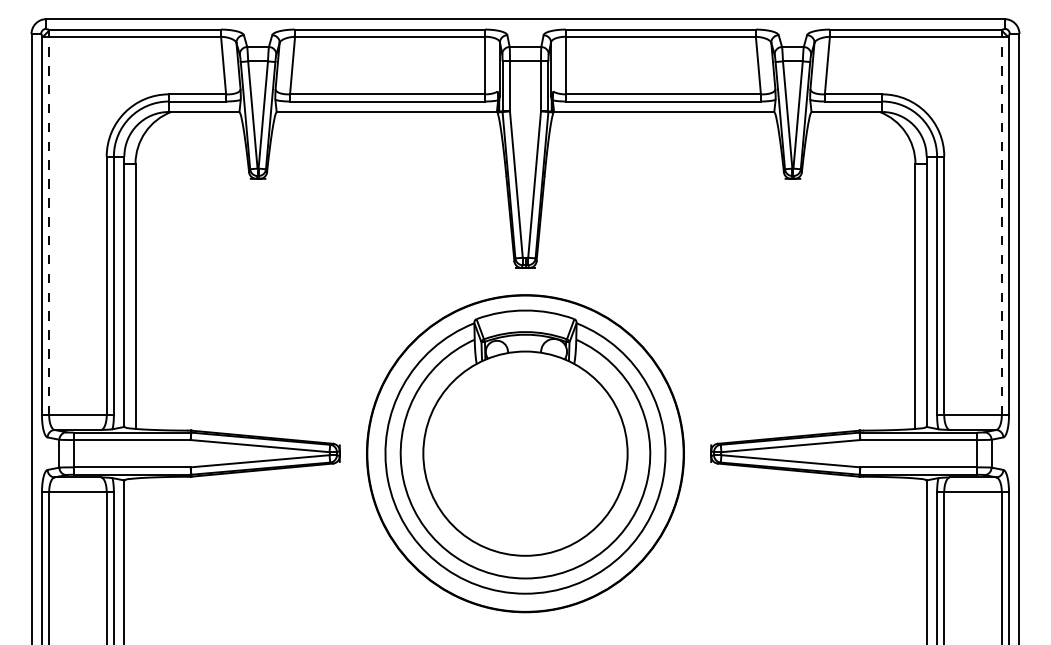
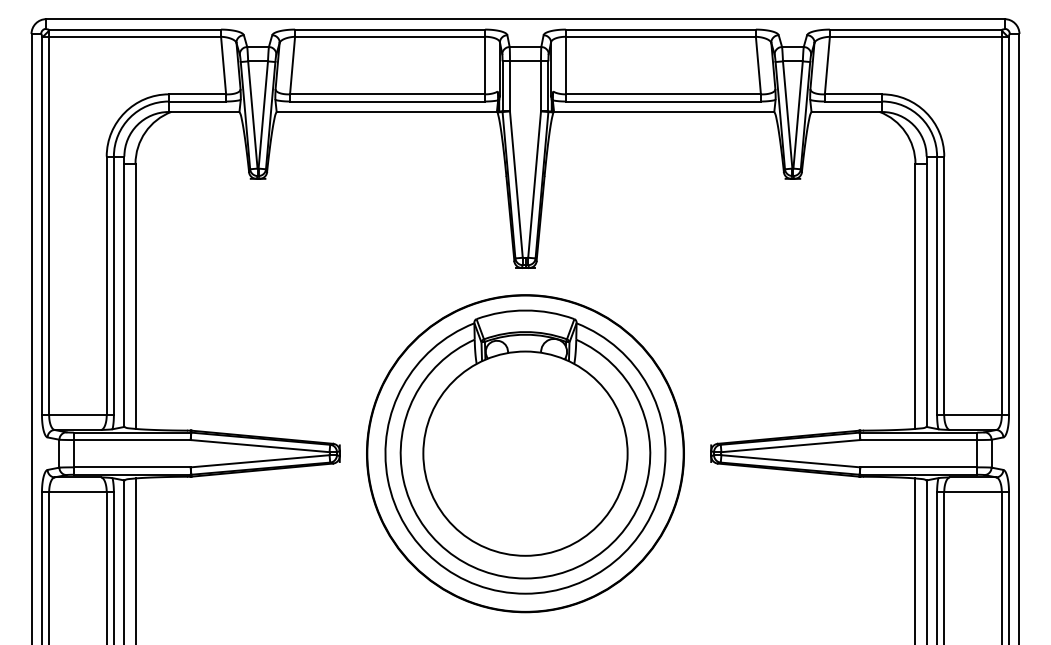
line at (49, 222): dashed -> solid
line at (1001, 222): dashed -> solid
line at (135, 559): none -> present
line at (915, 559): none -> present
